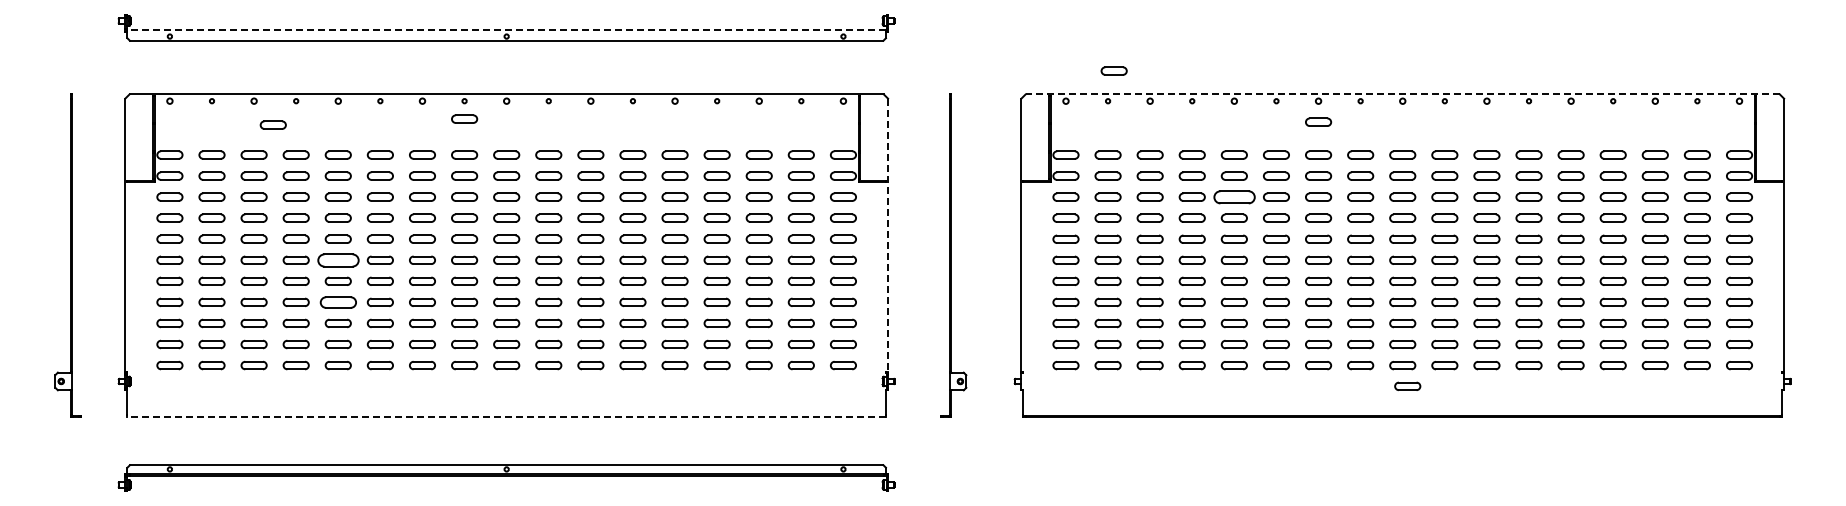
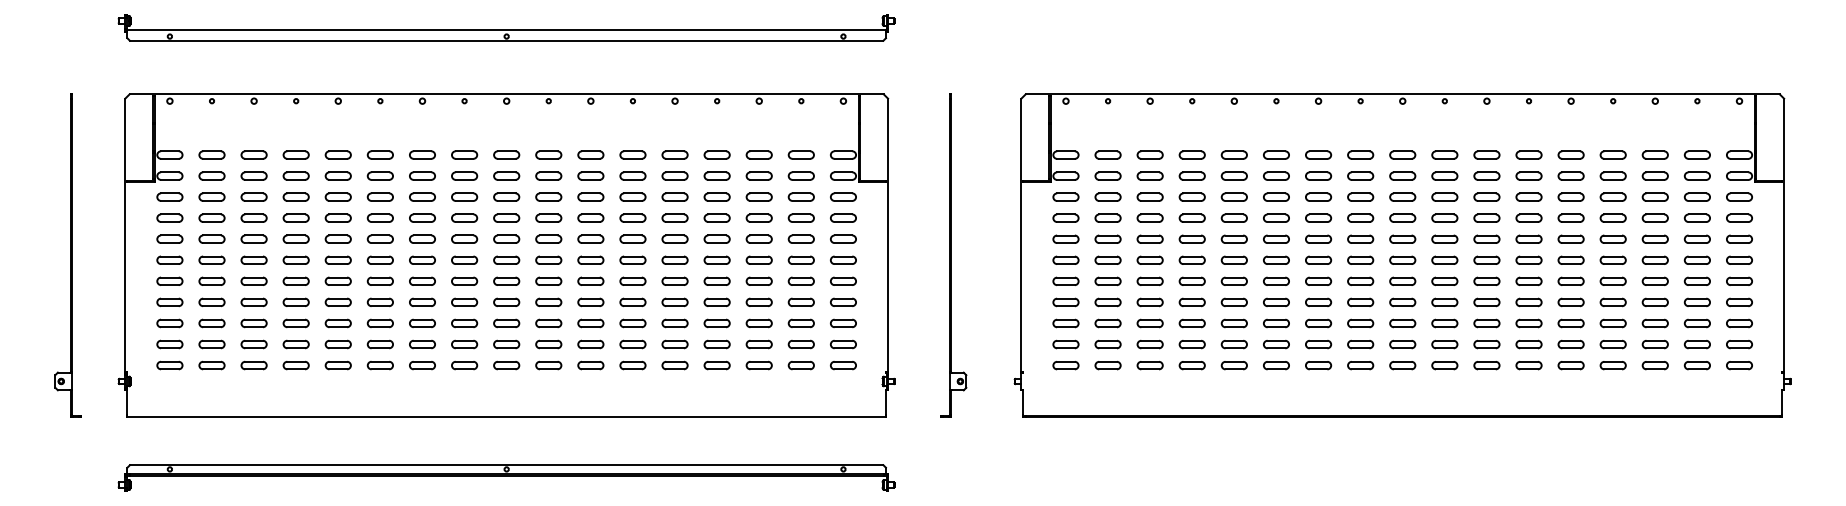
line at (506, 30): dashed -> solid
part at (1113, 70): present -> none
line at (1402, 94): dashed -> solid
part at (464, 118): present -> none
part at (1318, 121): present -> none
part at (272, 124): present -> none
part at (1234, 197) size: 43x15 px -> 28x10 px
line at (888, 235): dashed -> solid
part at (338, 260) size: 43x15 px -> 28x10 px
part at (337, 302) size: 38x13 px -> 28x10 px
part at (1407, 385): present -> none
line at (506, 417): dashed -> solid
